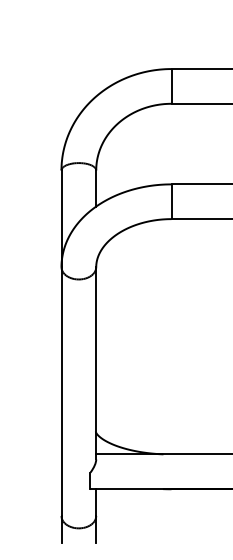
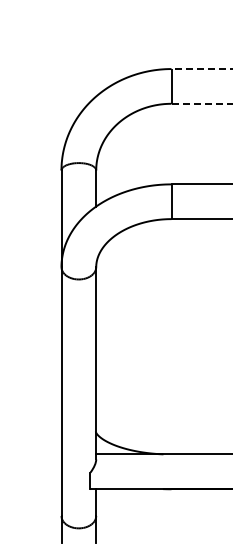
line at (201, 69): solid -> dashed
line at (202, 103): solid -> dashed
